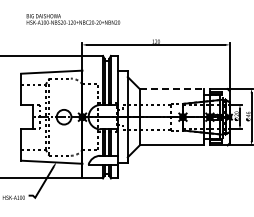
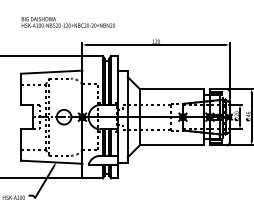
text at (73, 19) position: (73, 19) -> (68, 22)
line at (172, 89): dashed -> solid
